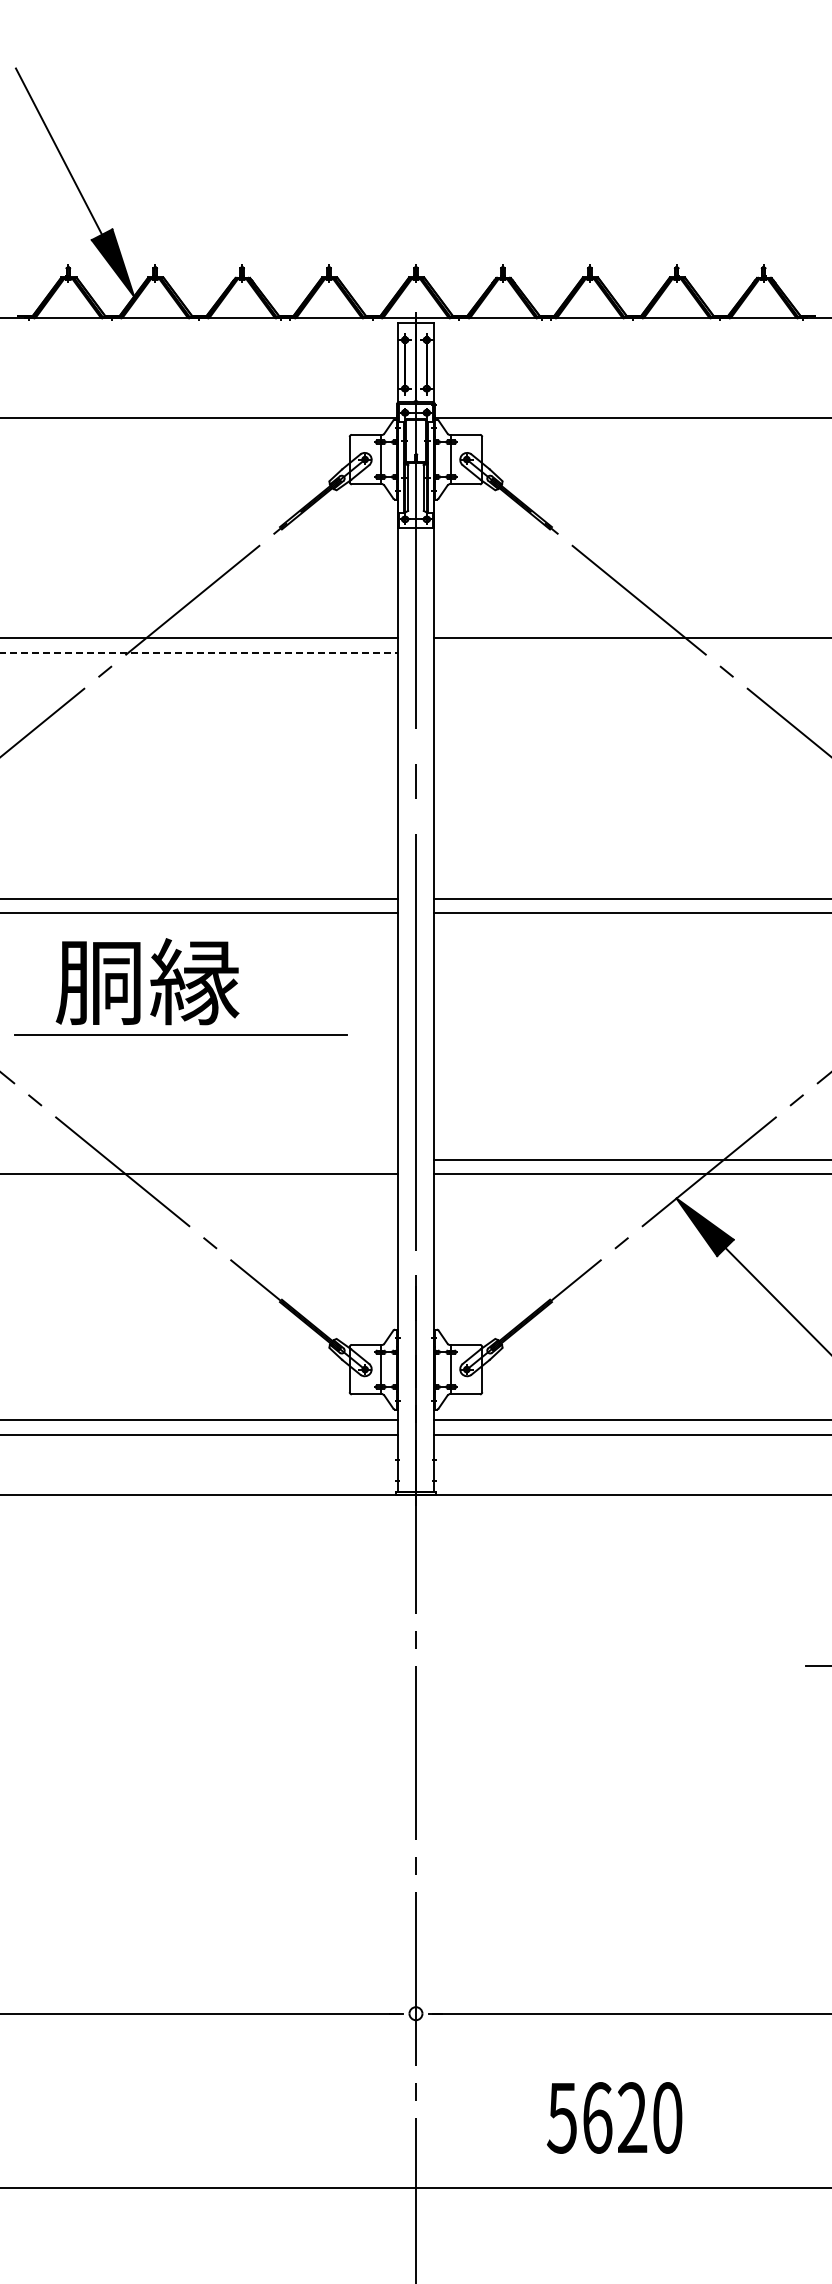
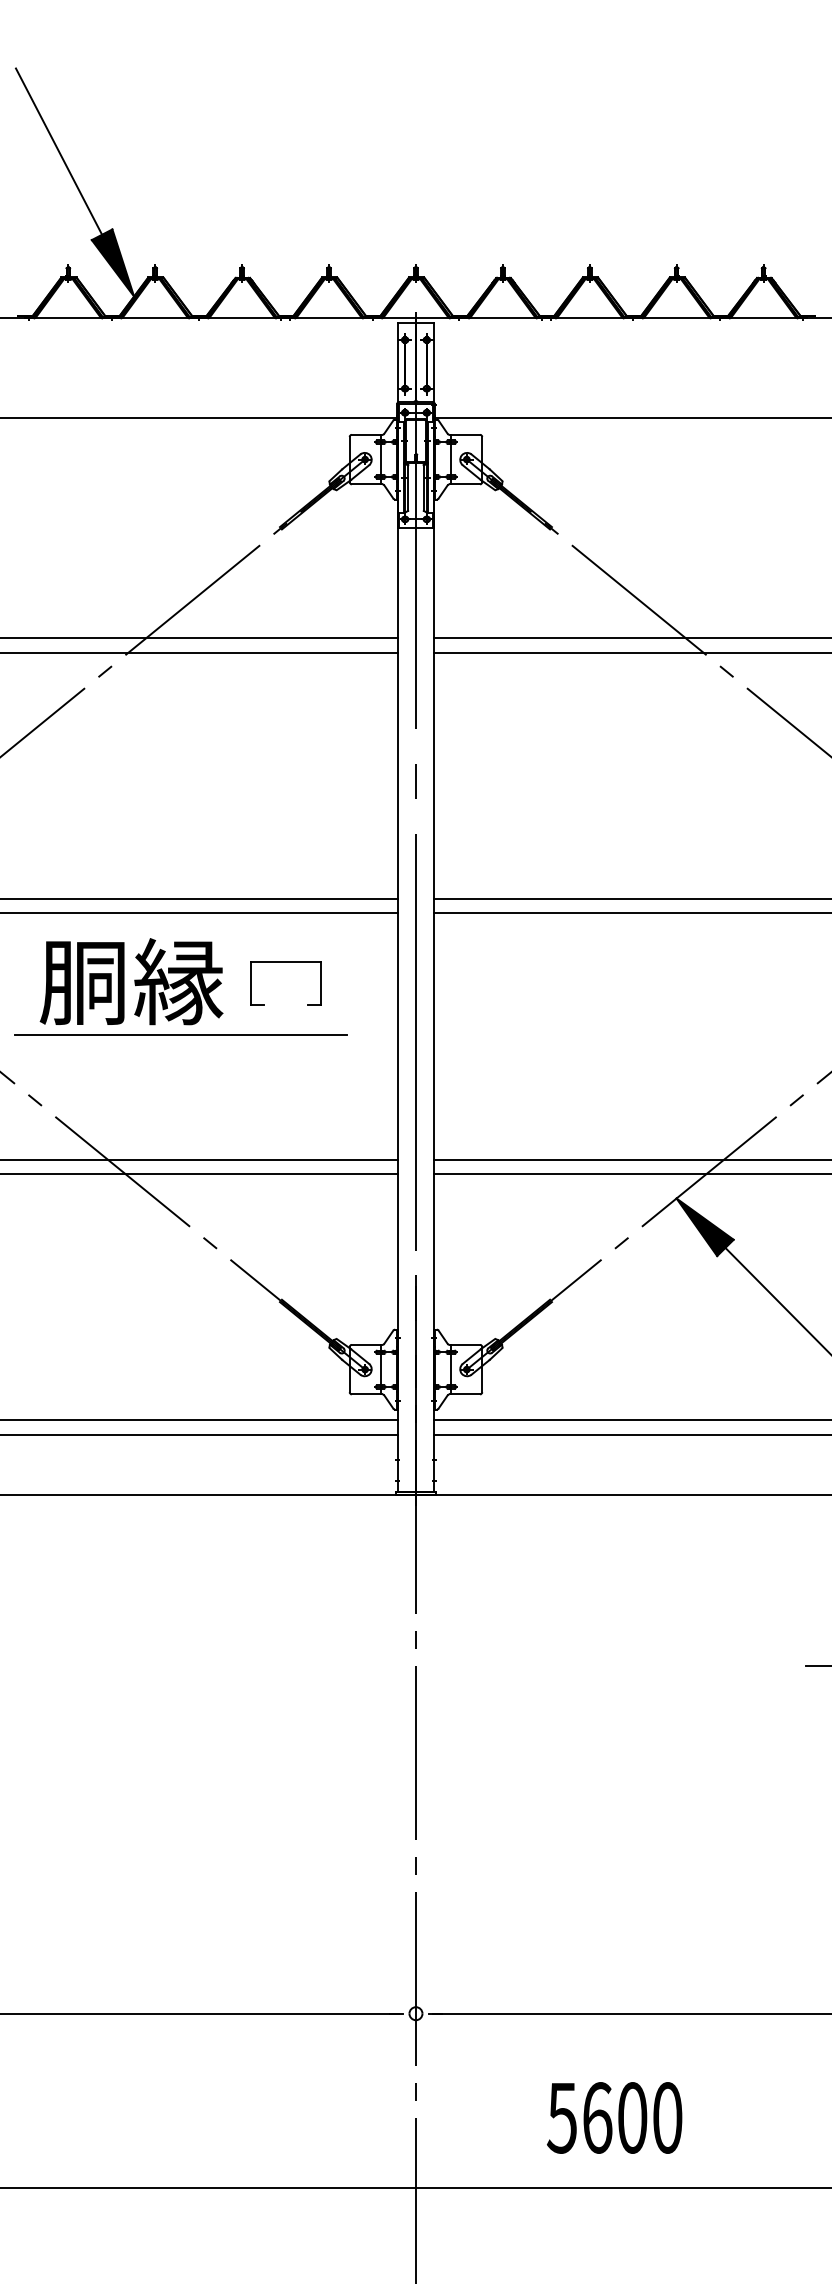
line at (199, 652): dashed -> solid
line at (631, 652): none -> present
part at (285, 962): none -> present
text at (147, 981) position: (147, 981) -> (131, 981)
line at (199, 1159): none -> present
text at (632, 2117): 5620 -> 5600
